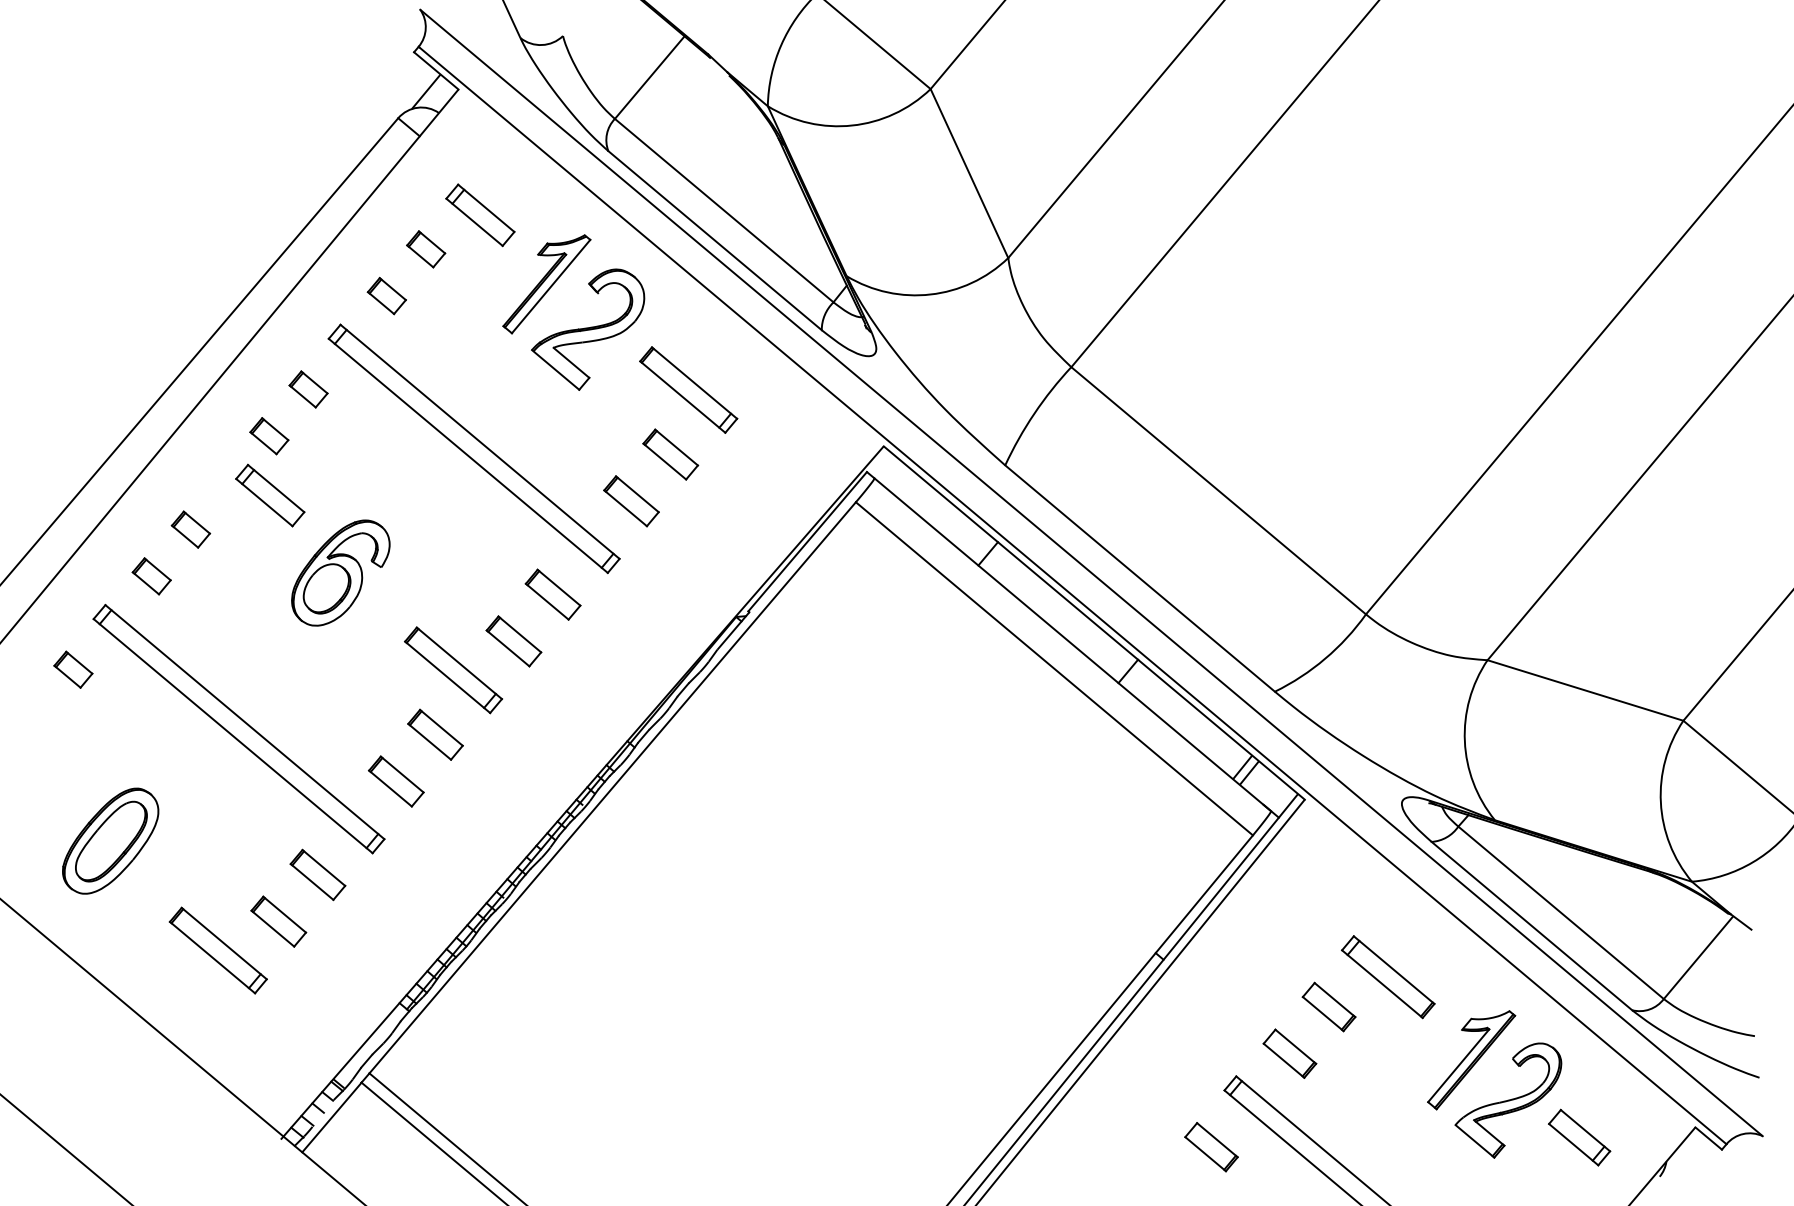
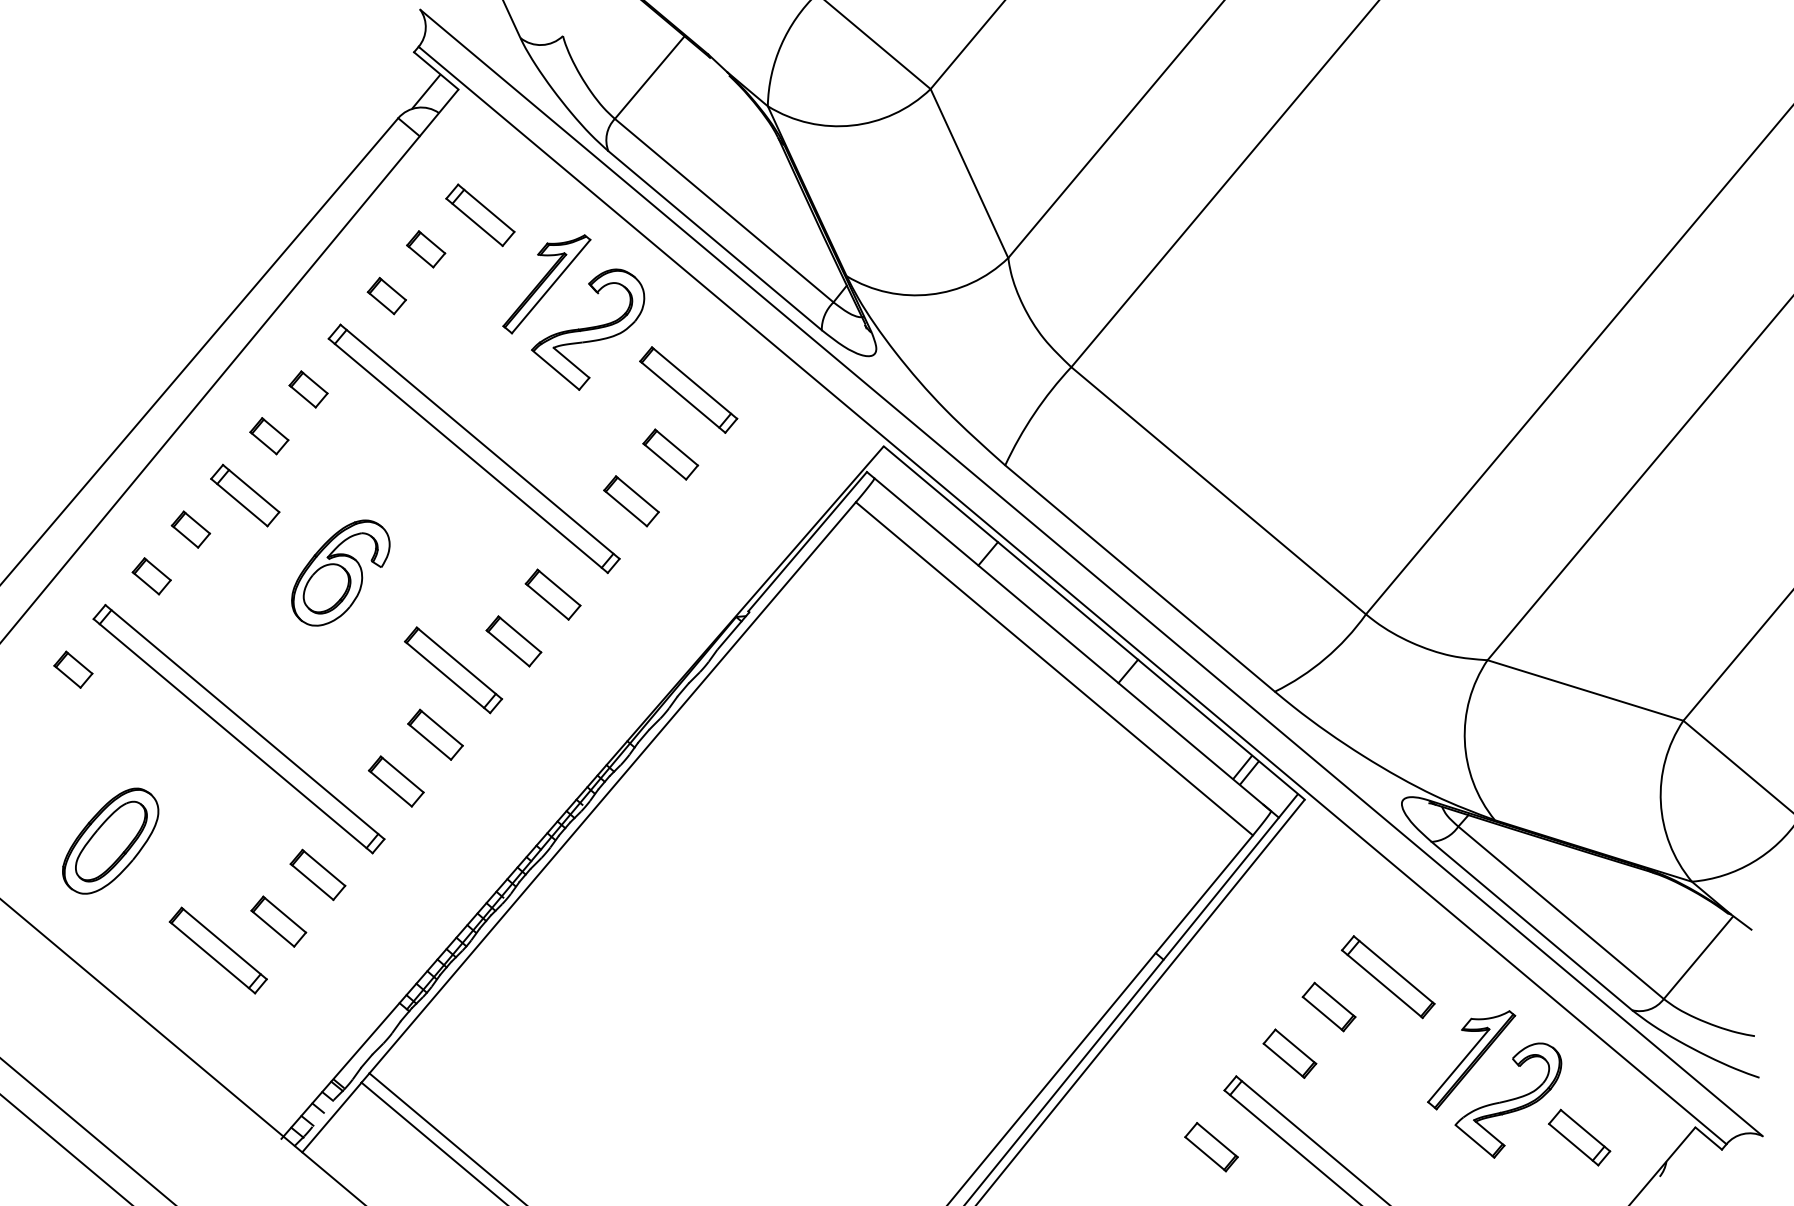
part at (270, 495) position: (270, 495) -> (245, 495)
line at (87, 1130): none -> present
